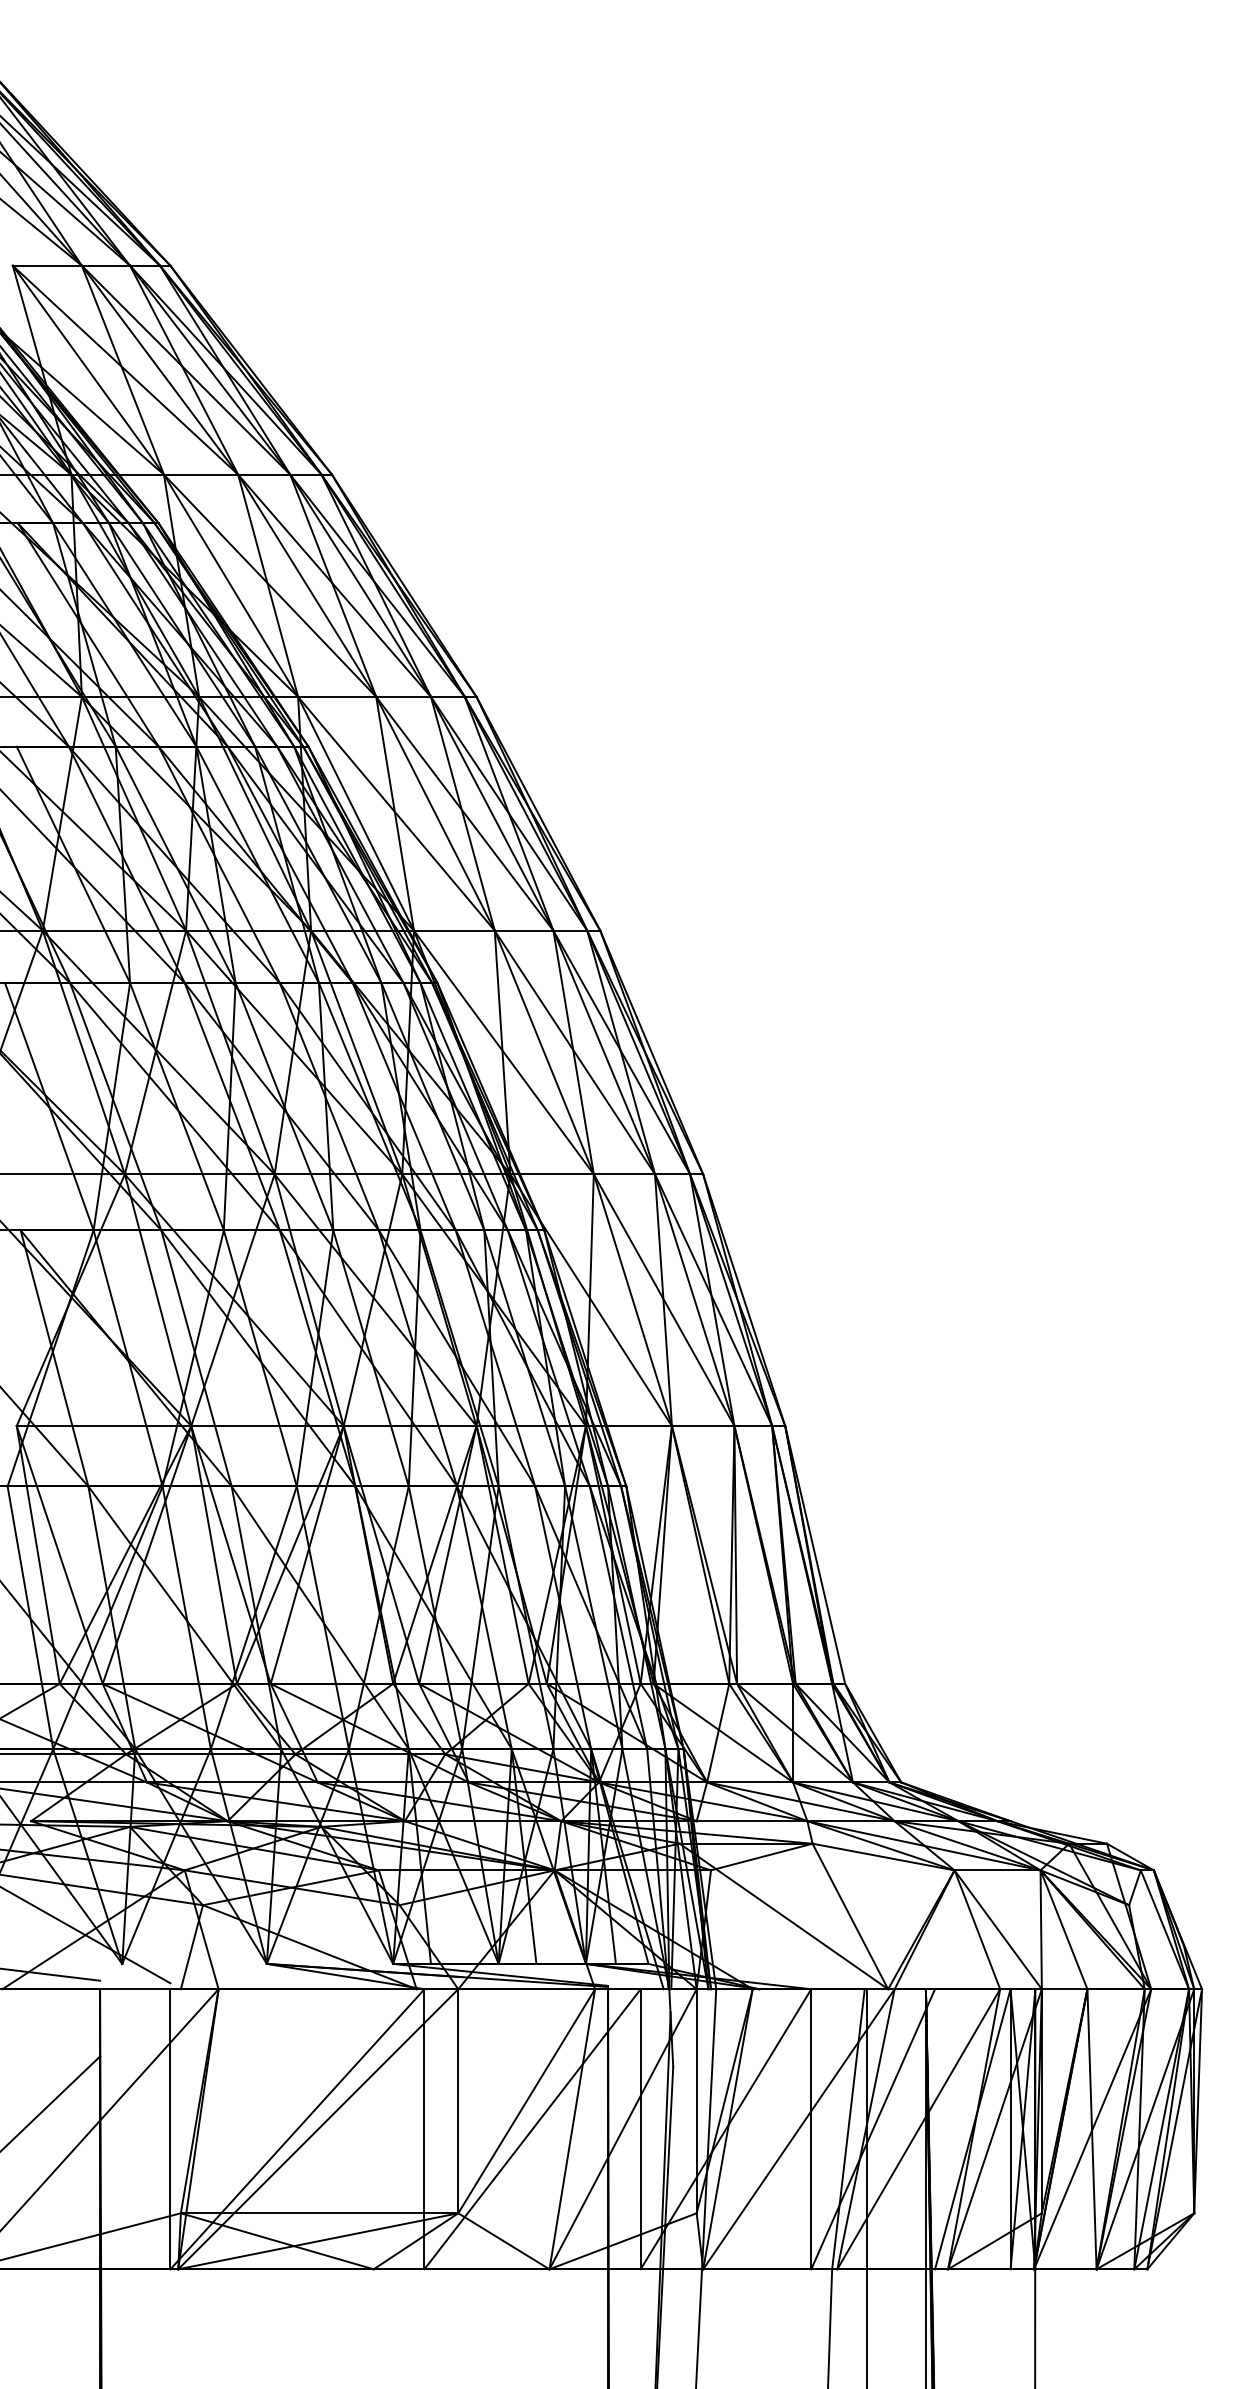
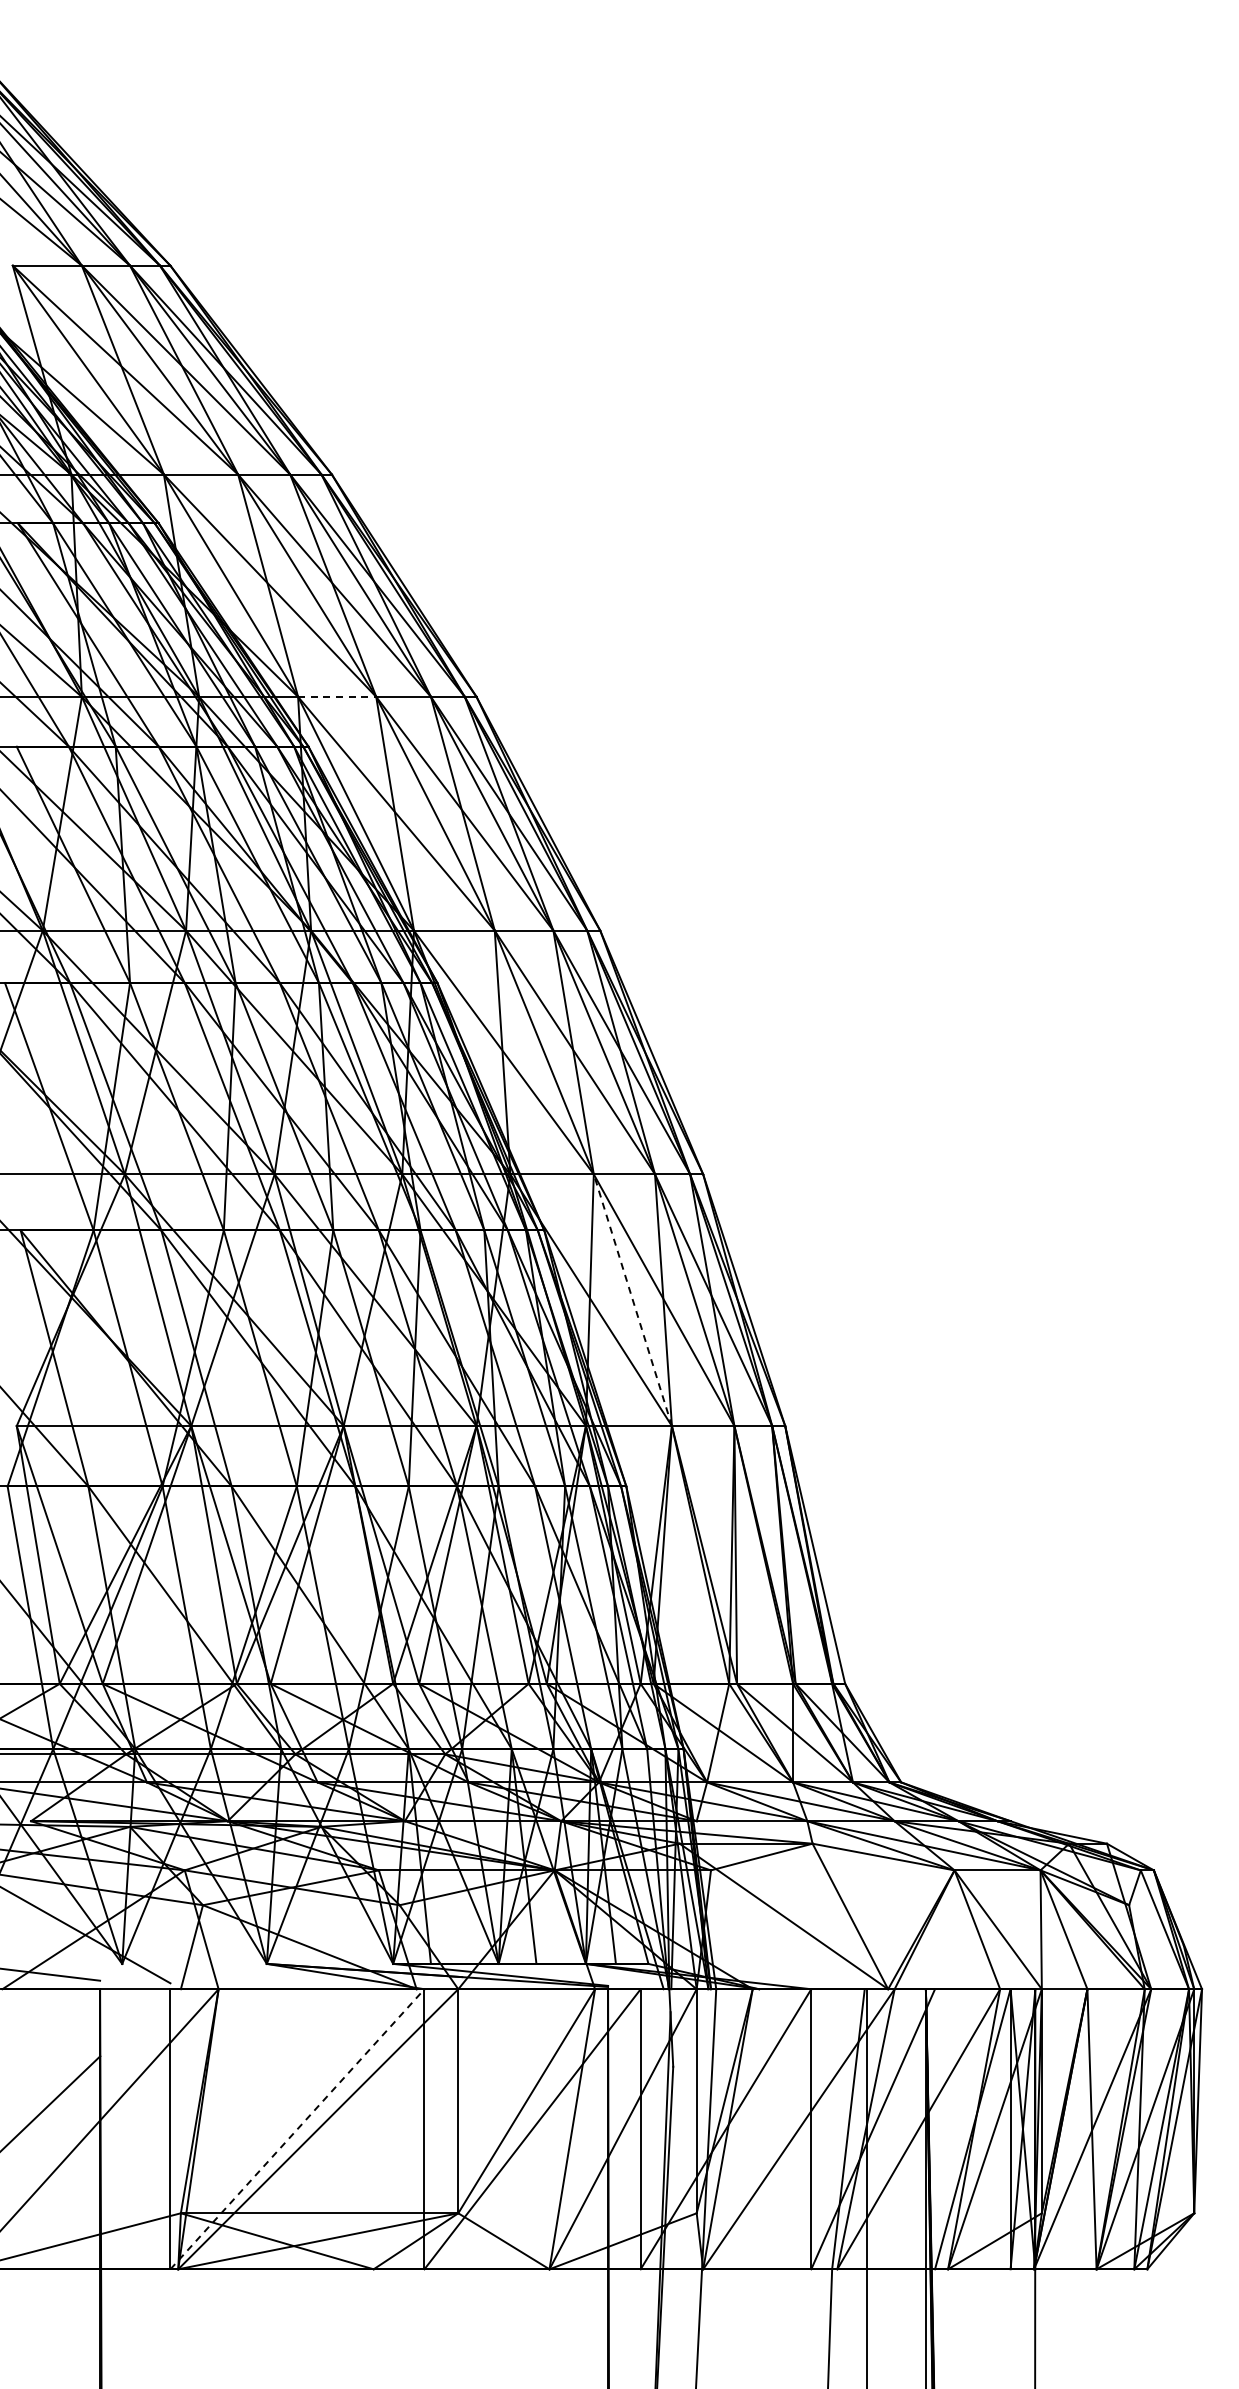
line at (337, 696): solid -> dashed
line at (632, 1300): solid -> dashed
line at (297, 2128): solid -> dashed
